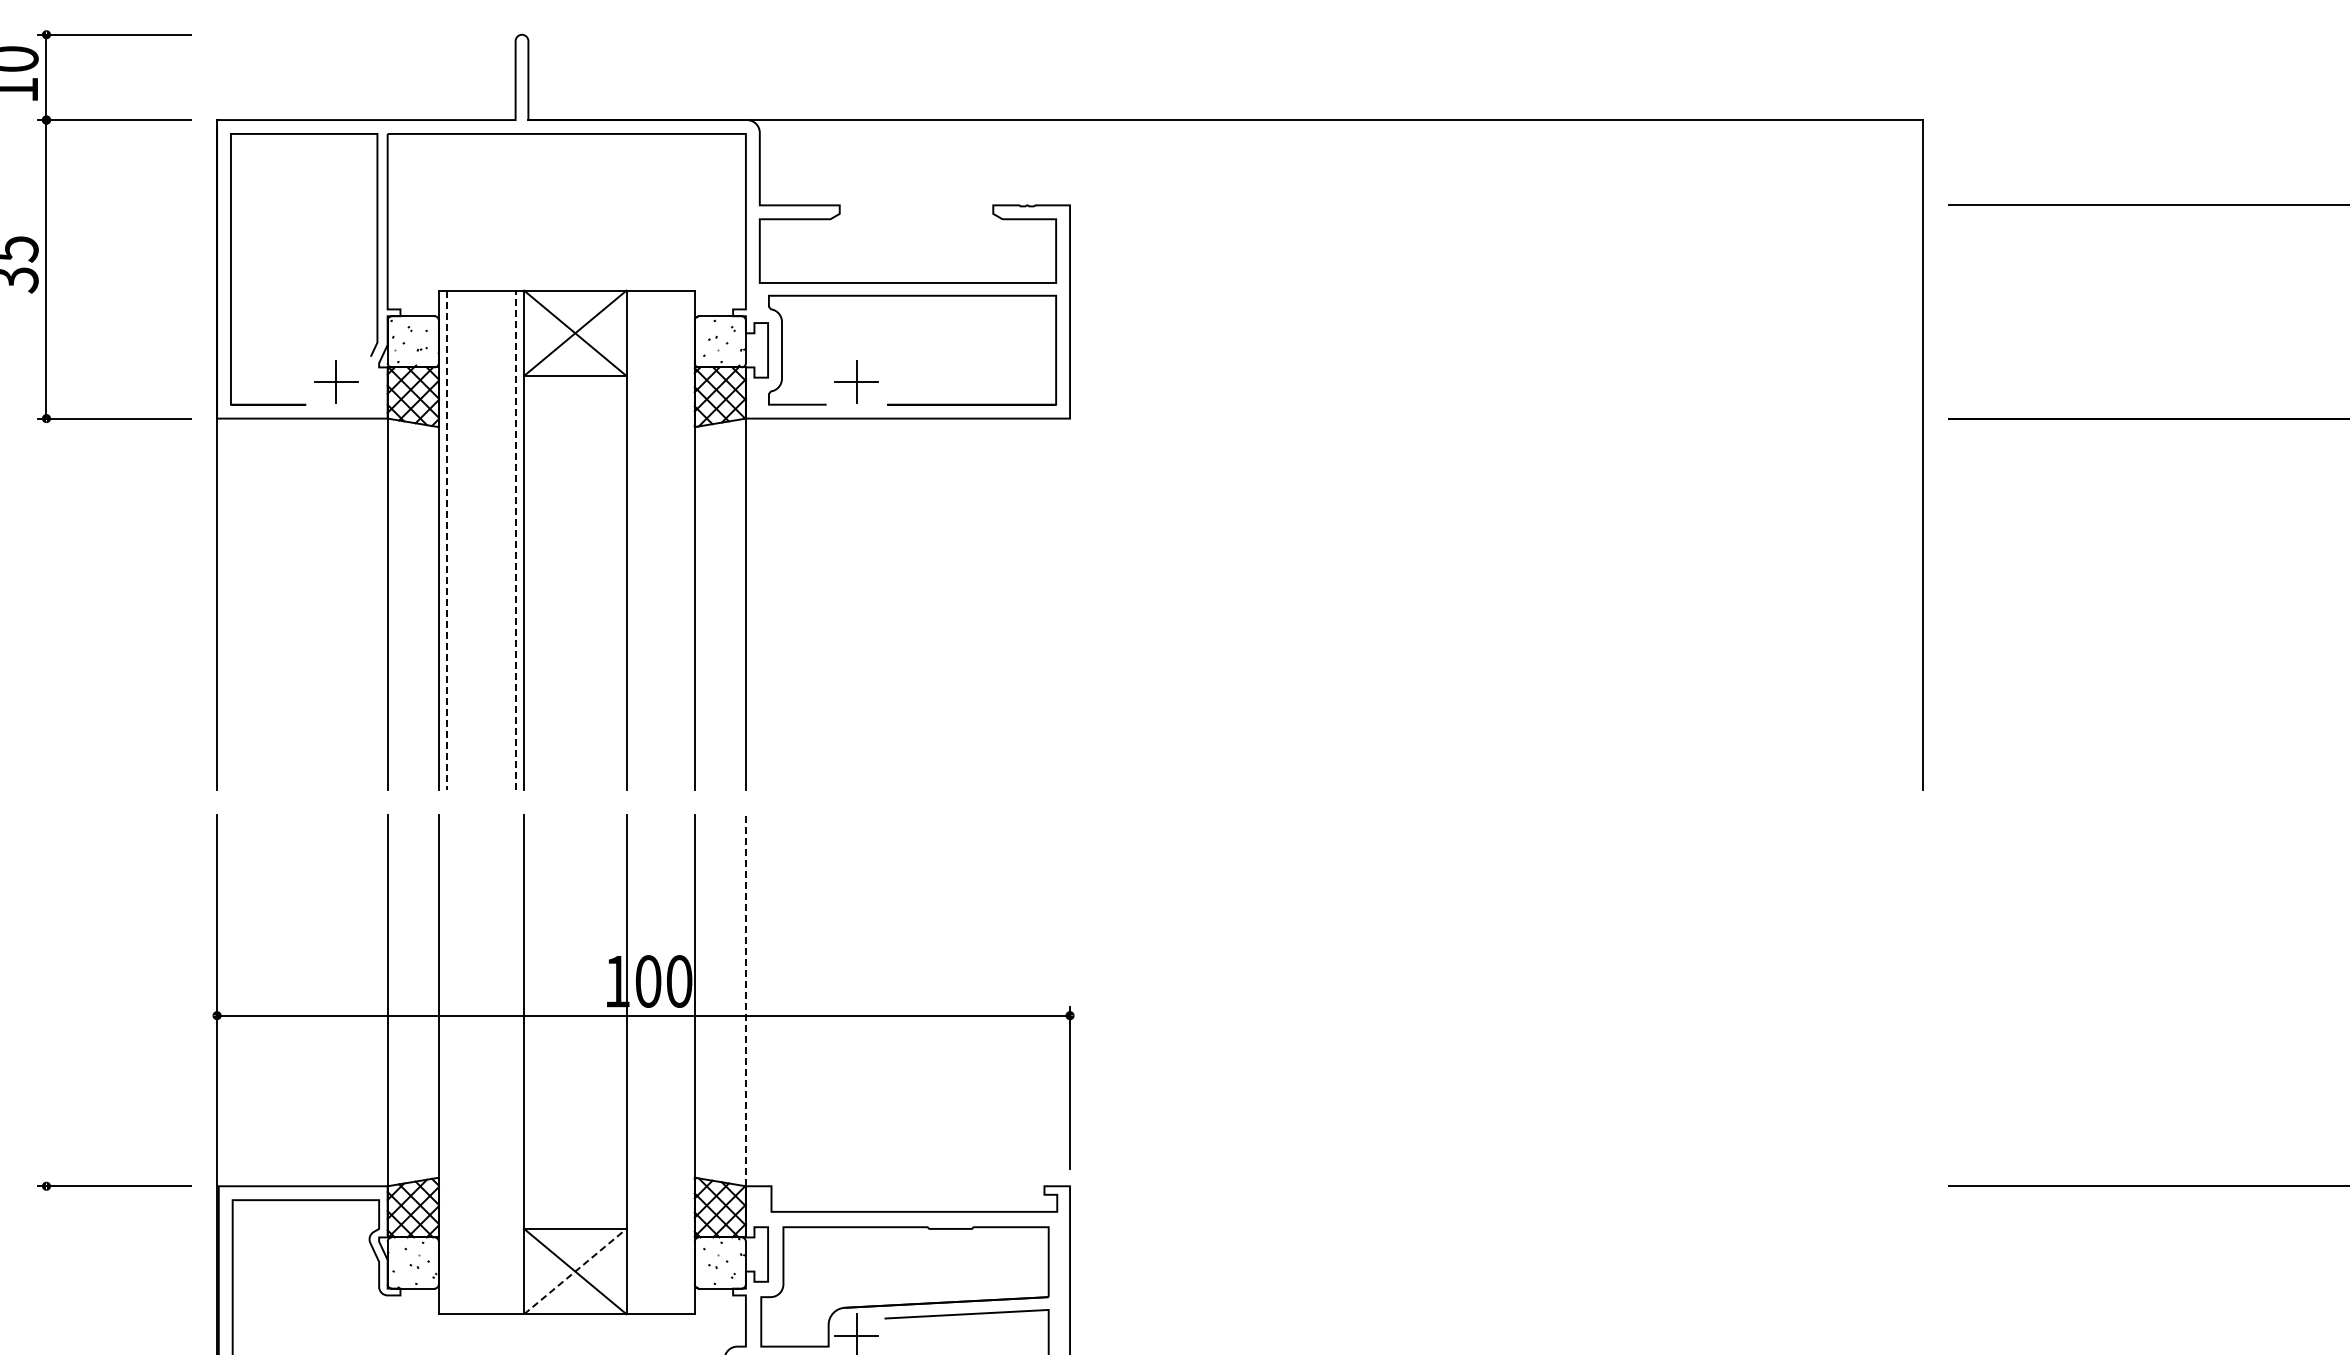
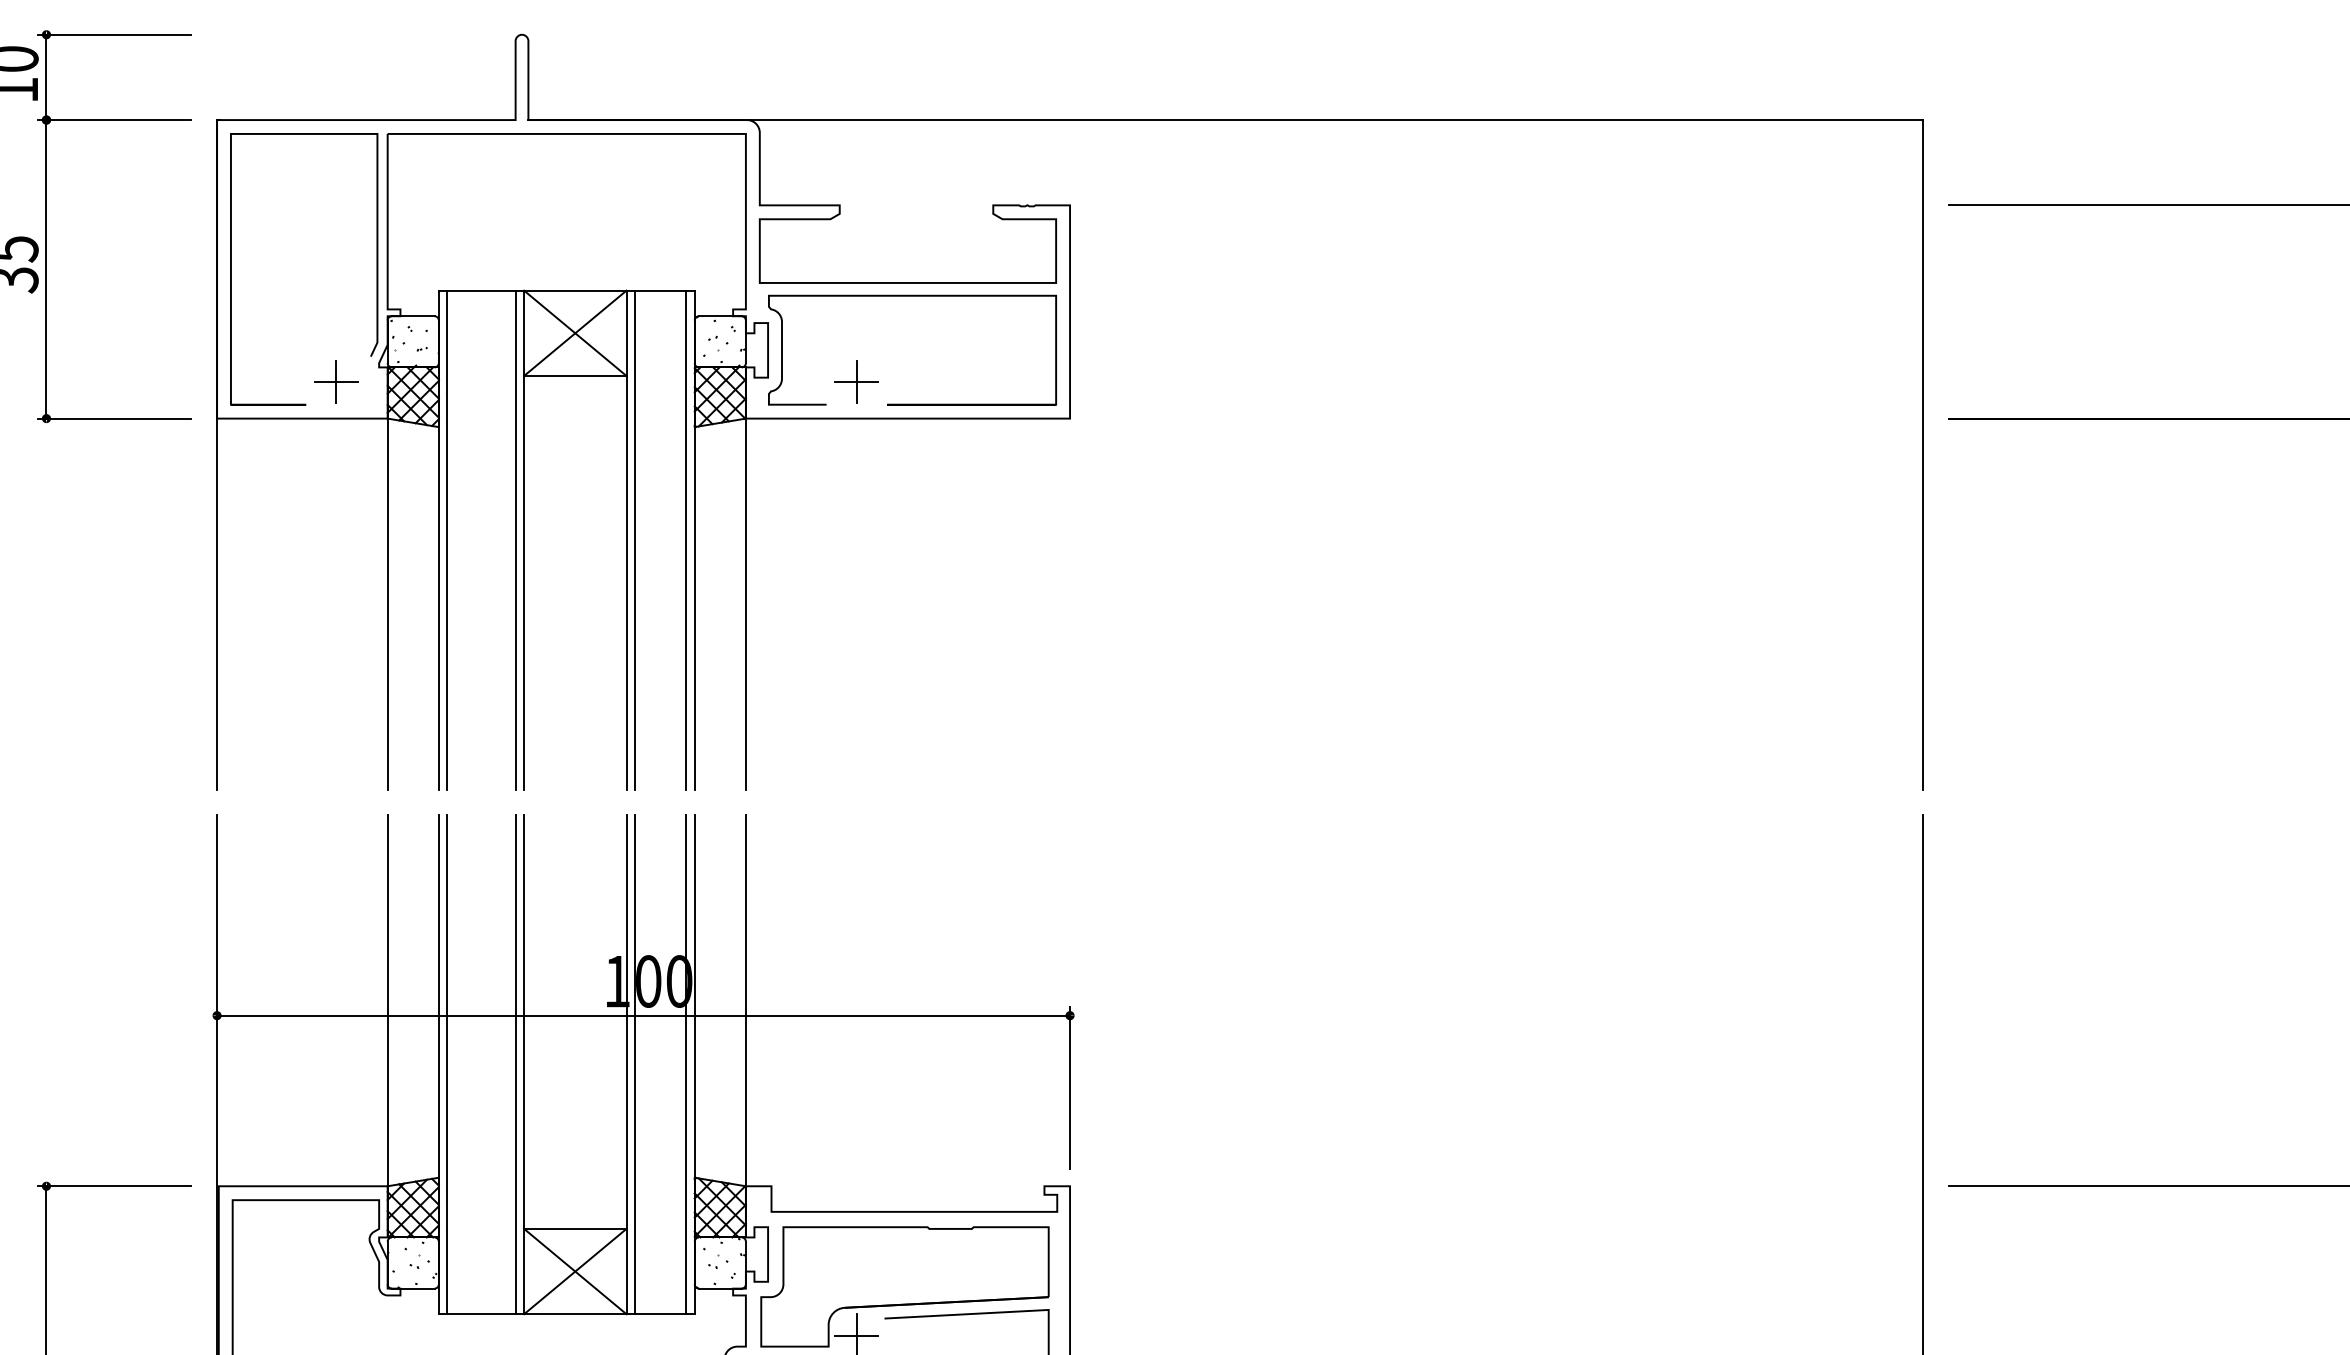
line at (515, 539): dashed -> solid
line at (635, 539): none -> present
line at (686, 539): none -> present
line at (447, 540): dashed -> solid
line at (745, 1000): dashed -> solid
line at (447, 1064): none -> present
line at (515, 1064): none -> present
line at (635, 1064): none -> present
line at (686, 1064): none -> present
line at (1923, 1083): none -> present
line at (46, 1268): none -> present
line at (575, 1271): dashed -> solid
